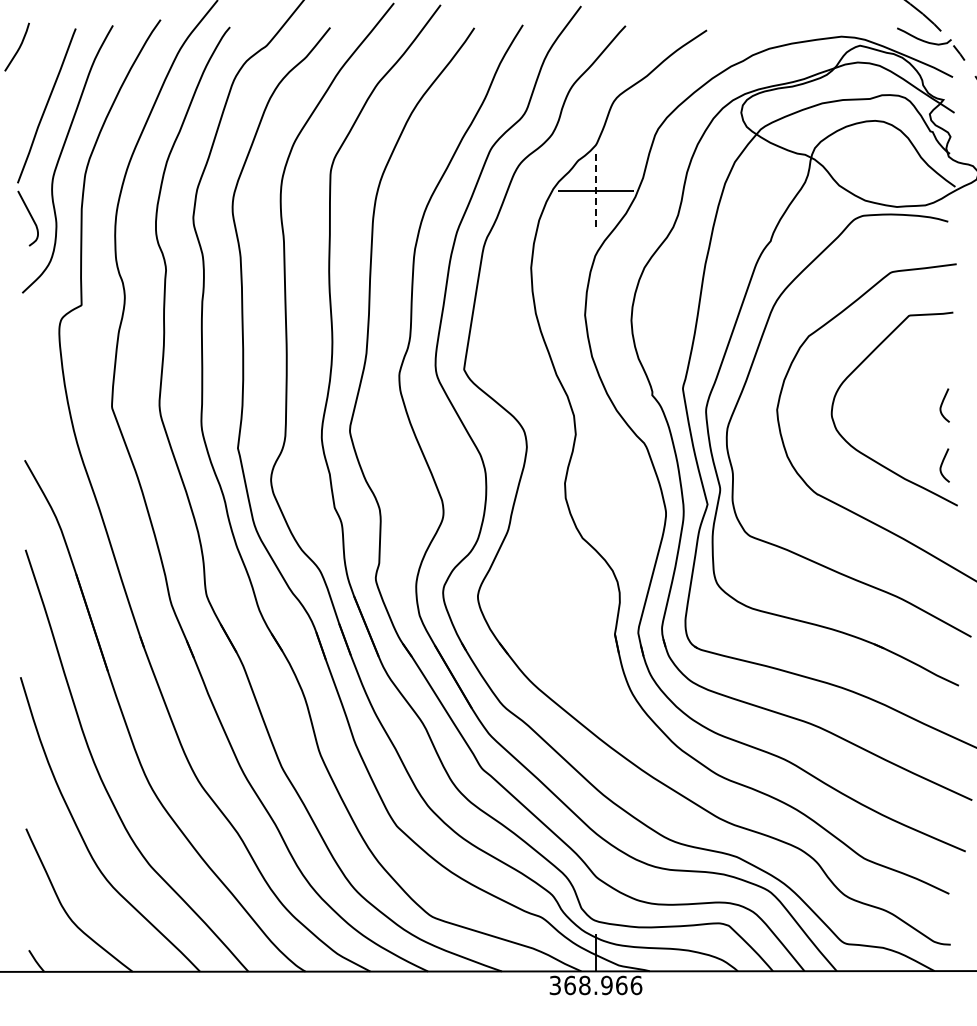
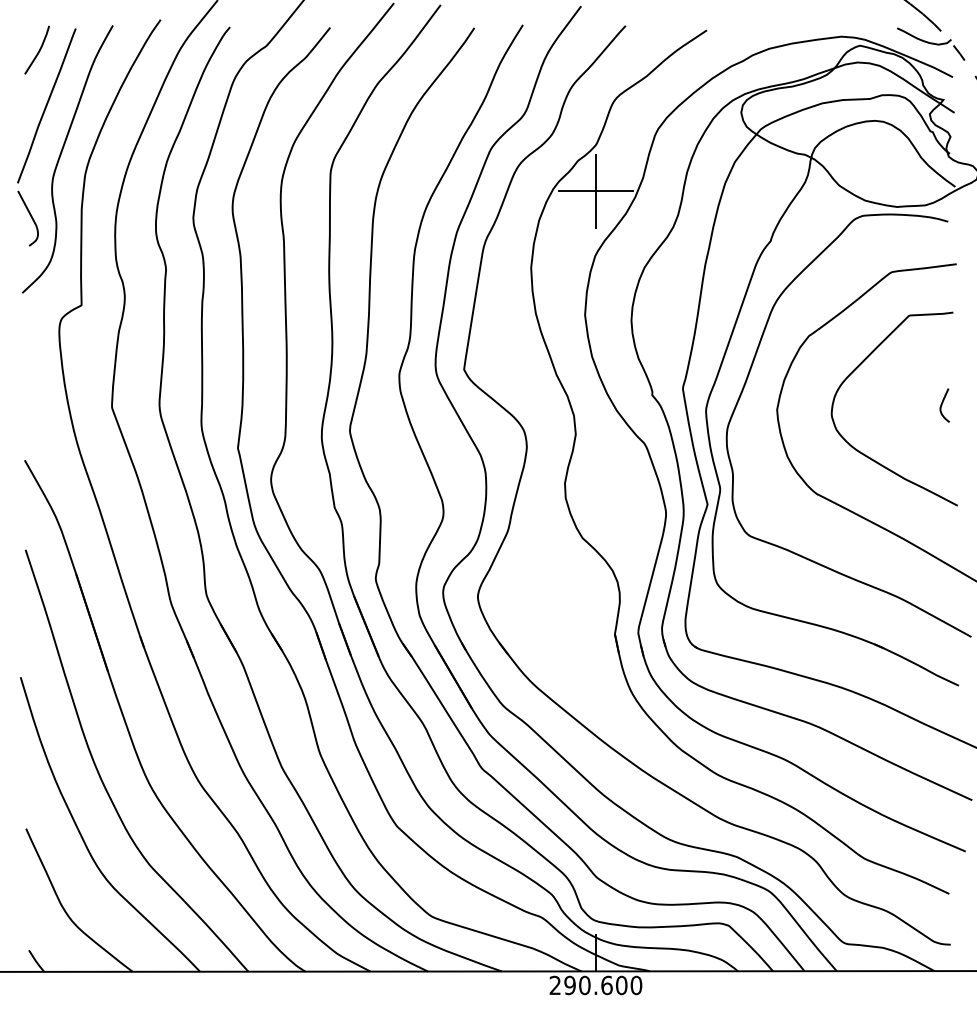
curve at (18, 47) position: (18, 47) -> (38, 50)
line at (595, 191): dashed -> solid
curve at (942, 465): present -> none
text at (595, 985): 368.966 -> 290.600
